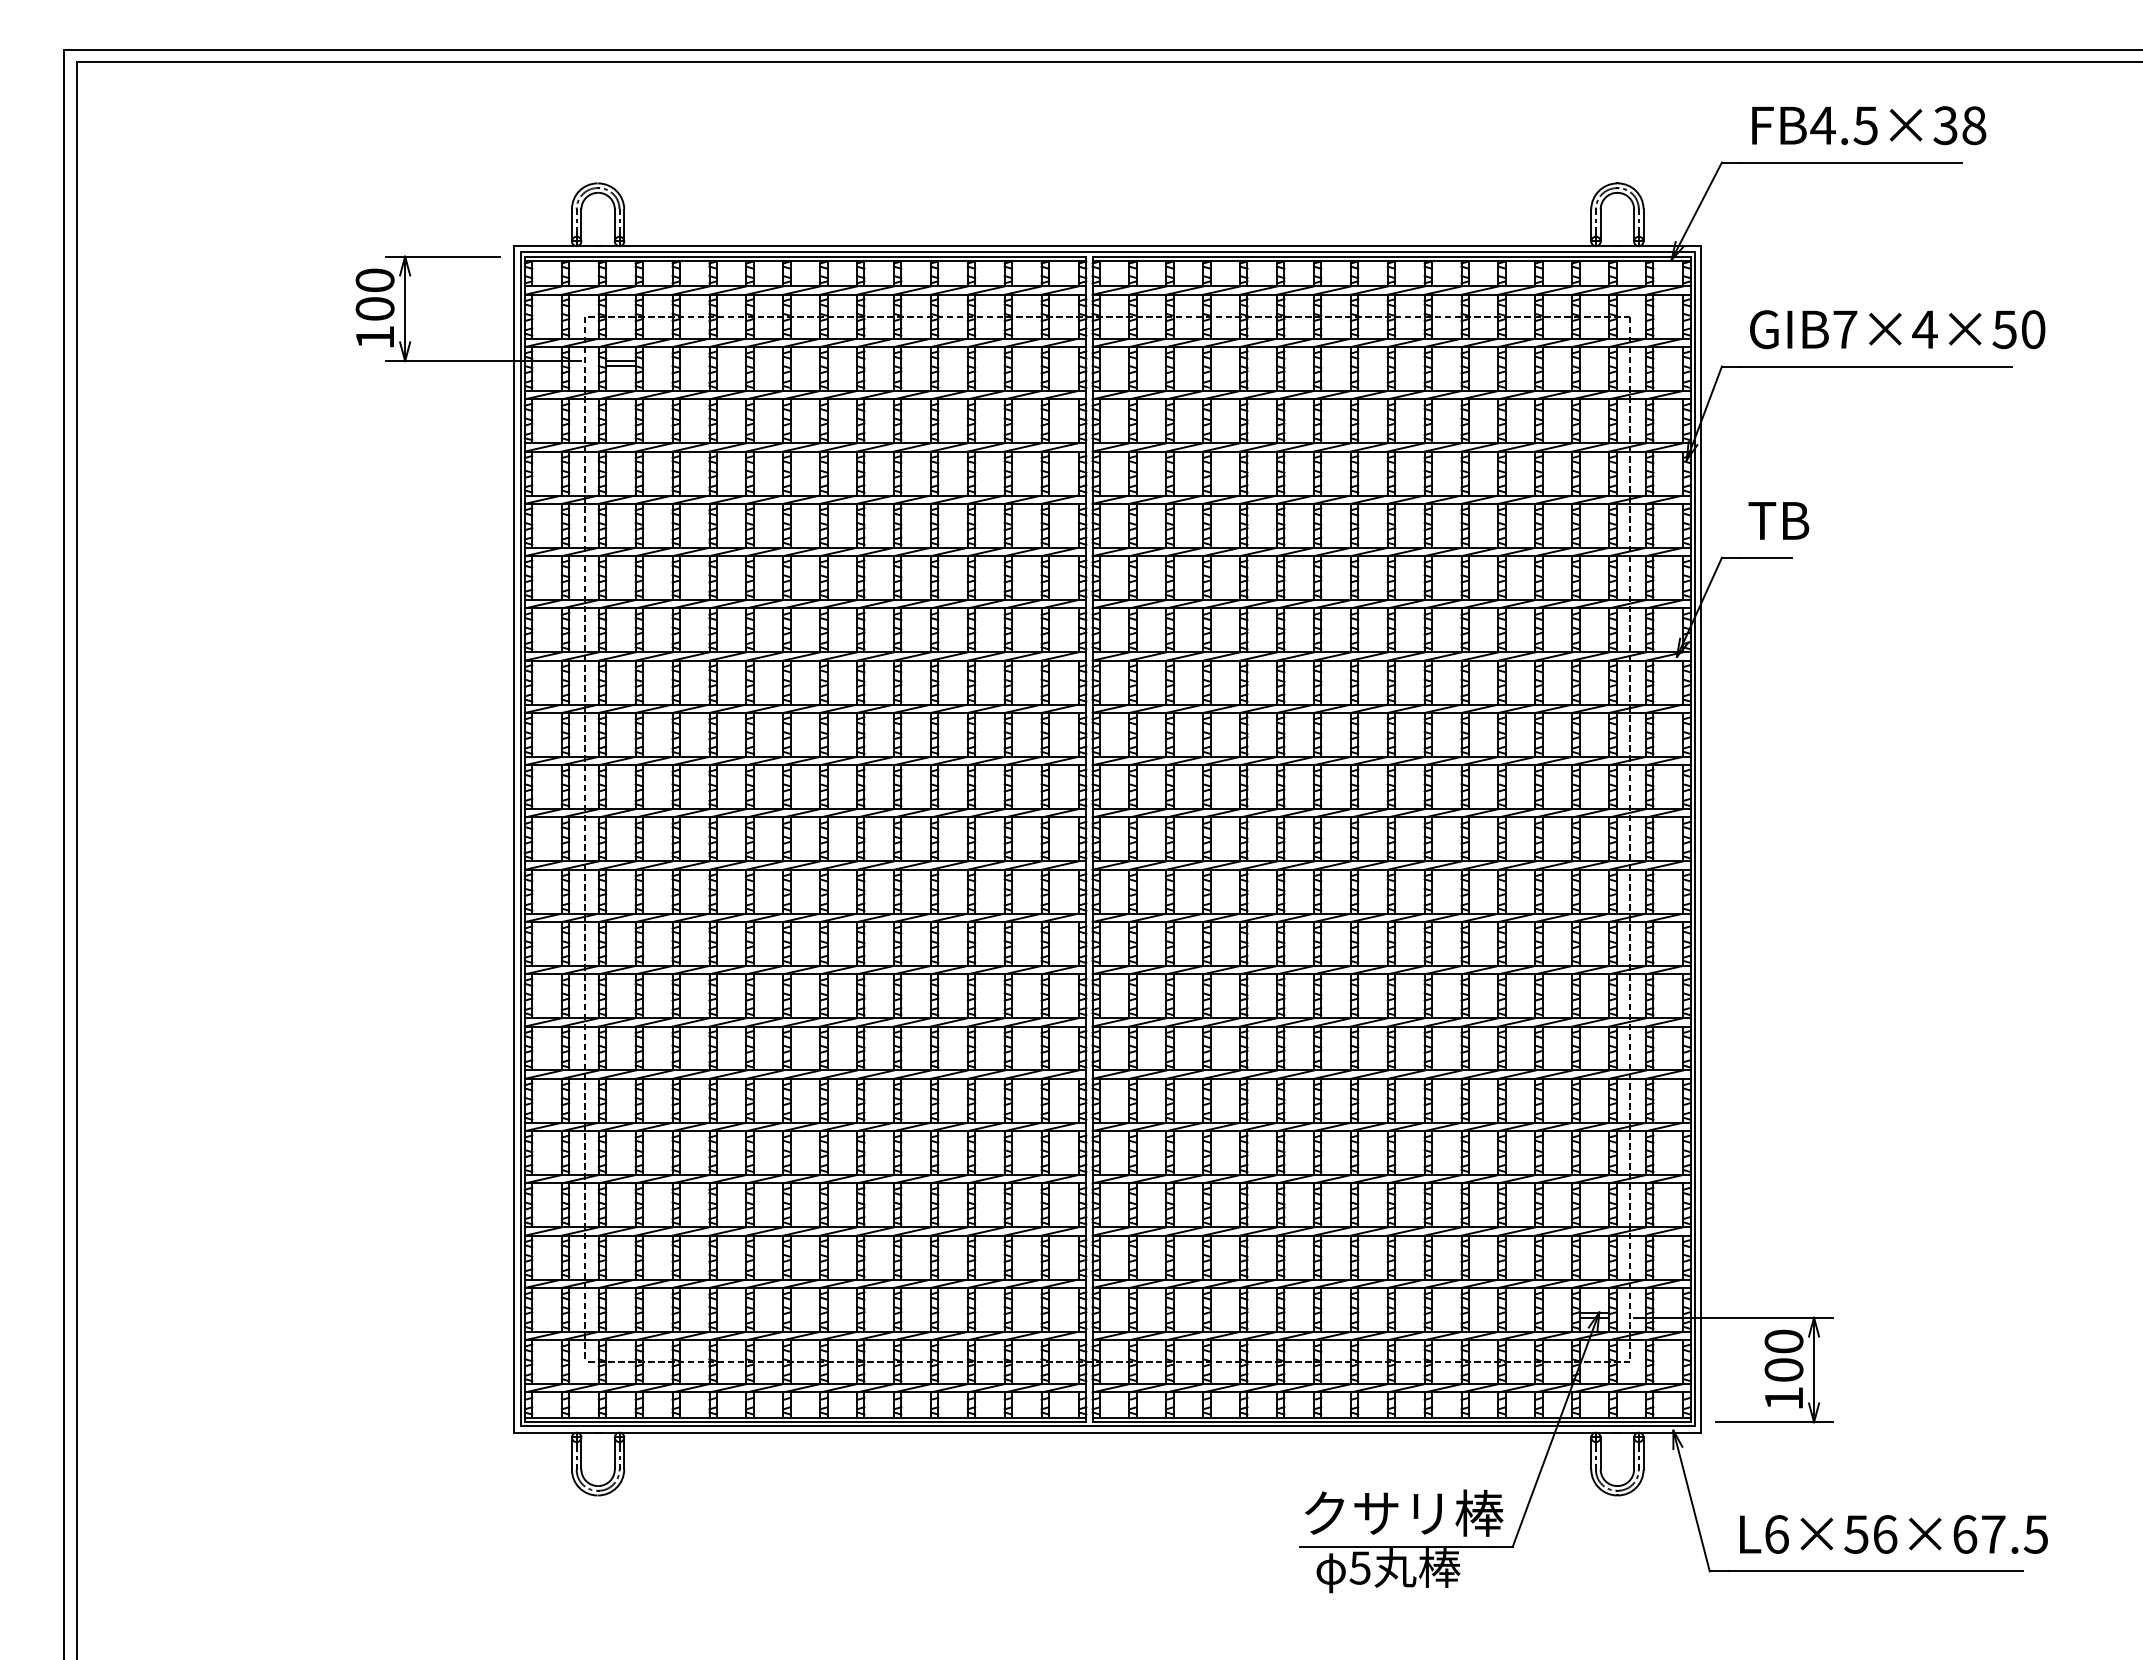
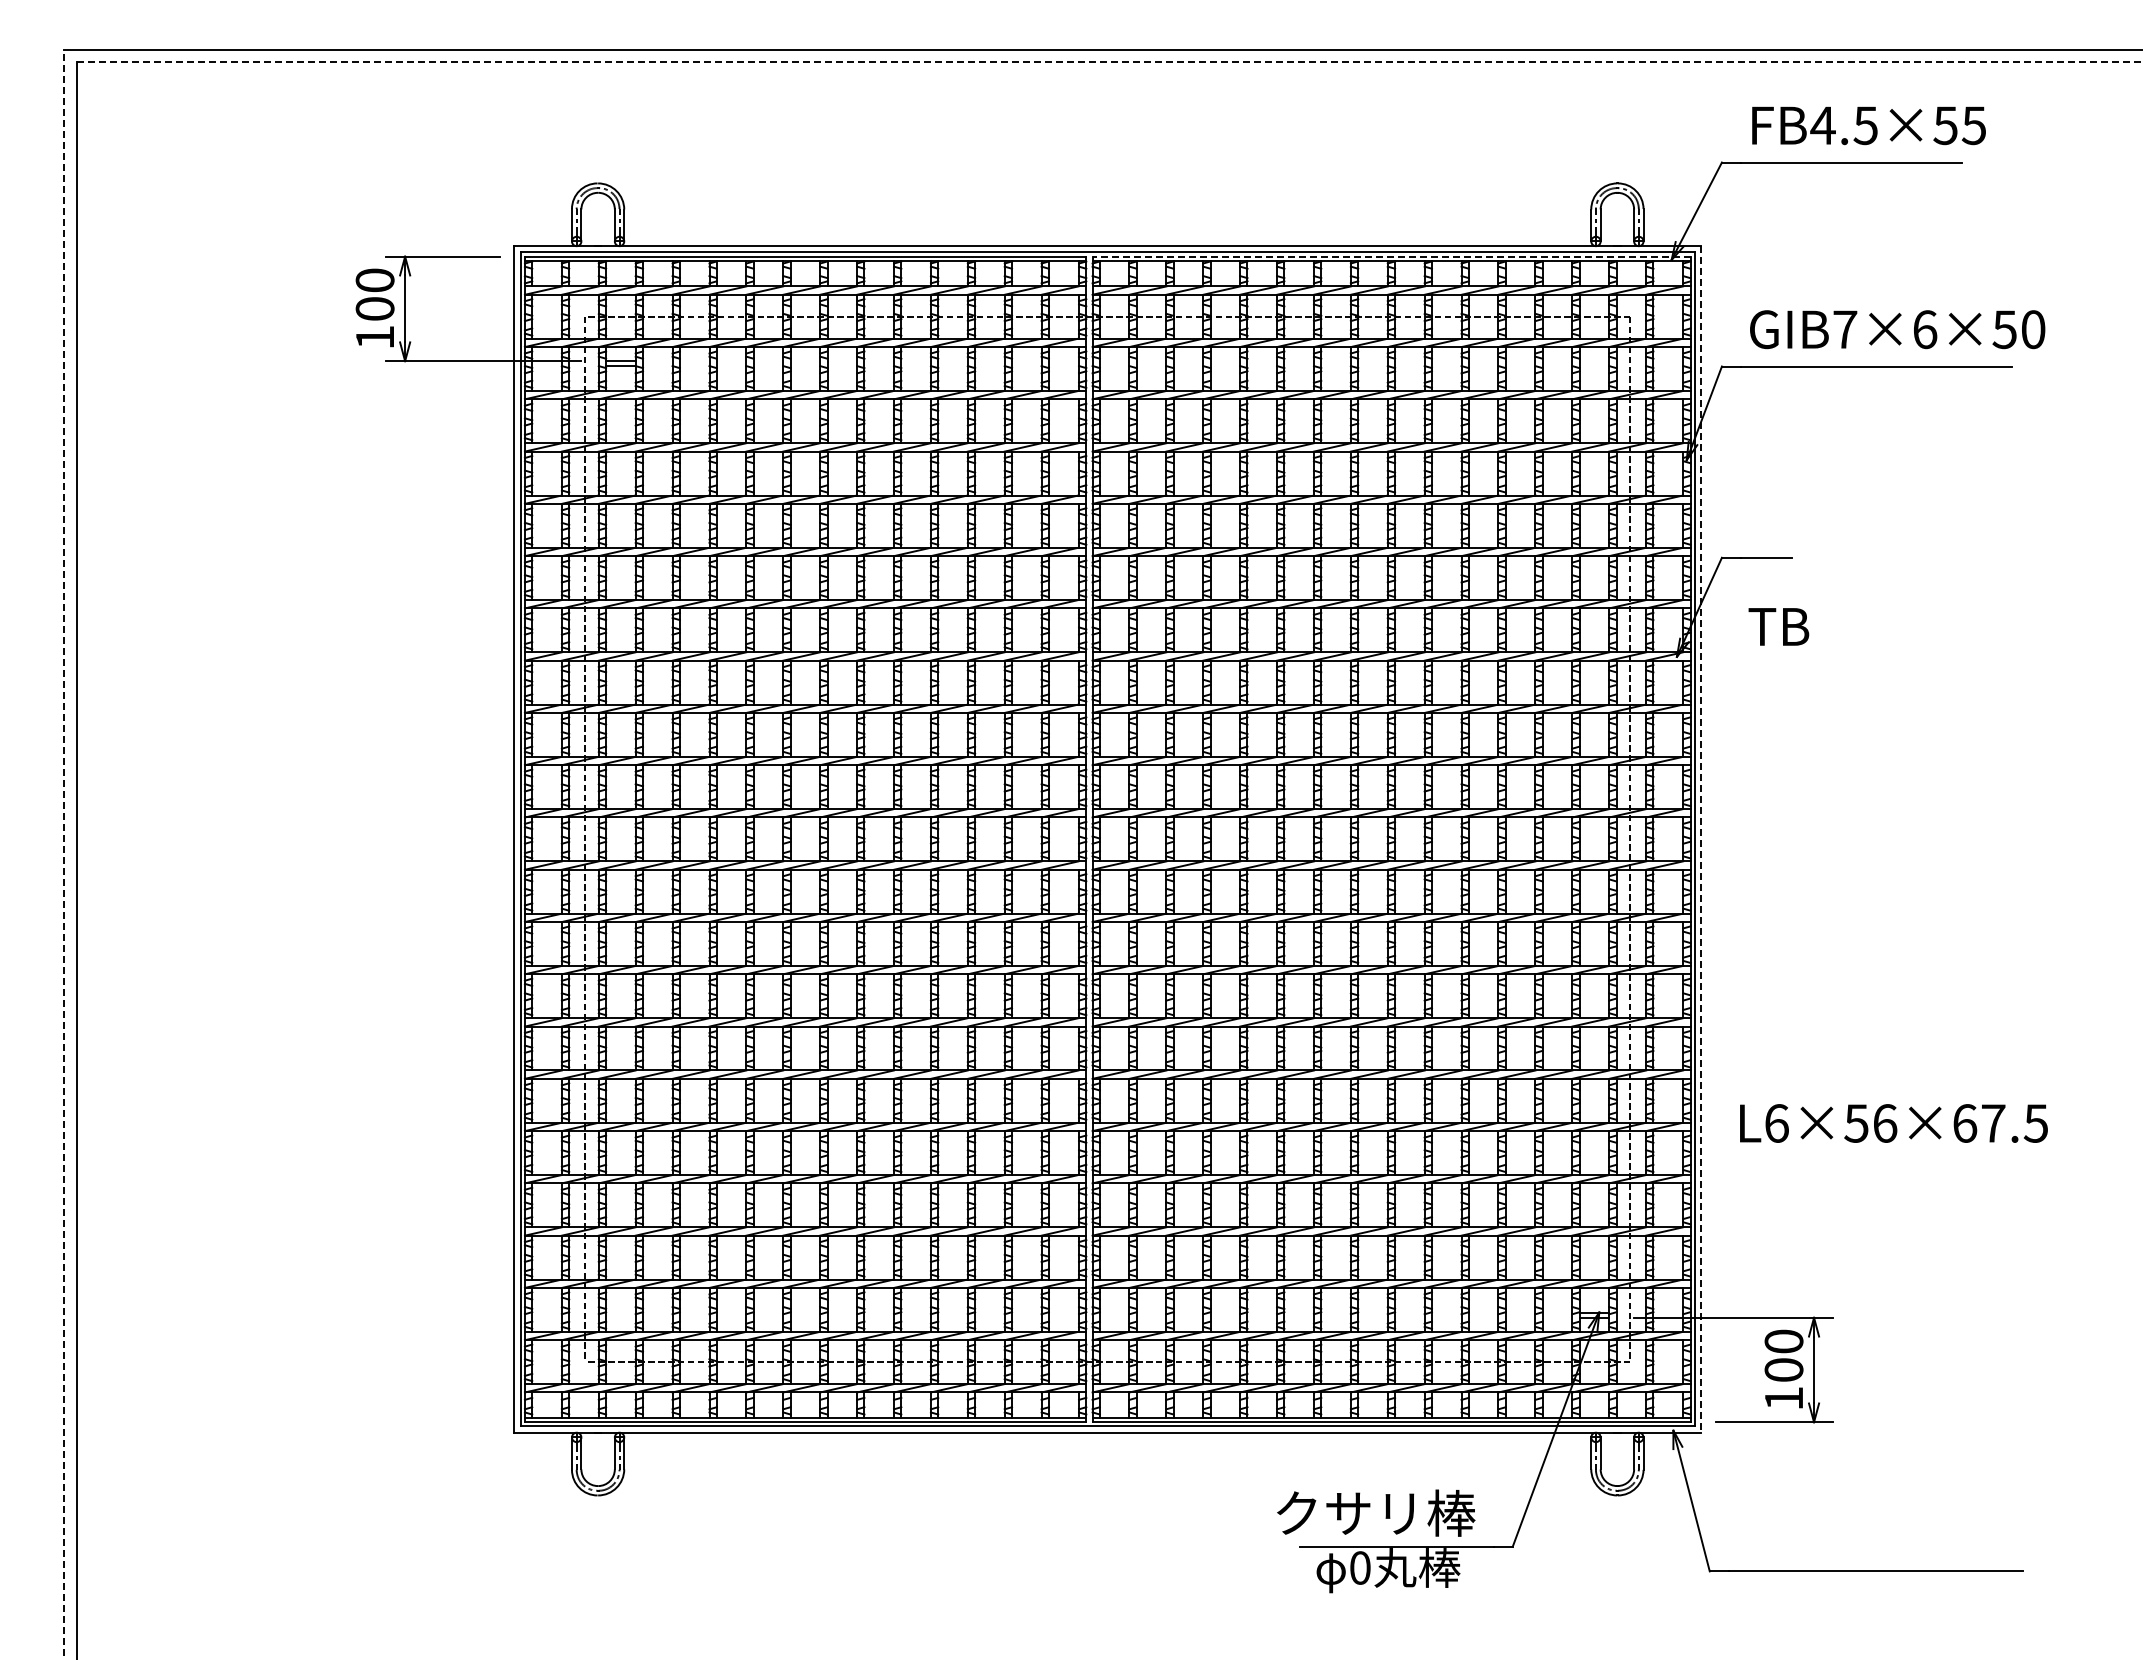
line at (1109, 61): solid -> dashed
text at (1959, 125): FB4.5×38 -> FB4.5×55
line at (1391, 256): solid -> dashed
text at (1924, 329): GIB7×4×50 -> GIB7×6×50
text at (1778, 520) position: (1778, 520) -> (1778, 626)
line at (1701, 839): solid -> dashed
line at (64, 854): solid -> dashed
text at (1404, 1512) position: (1404, 1512) -> (1376, 1512)
text at (1893, 1534) position: (1893, 1534) -> (1893, 1123)
text at (1359, 1567): 5 -> 0
